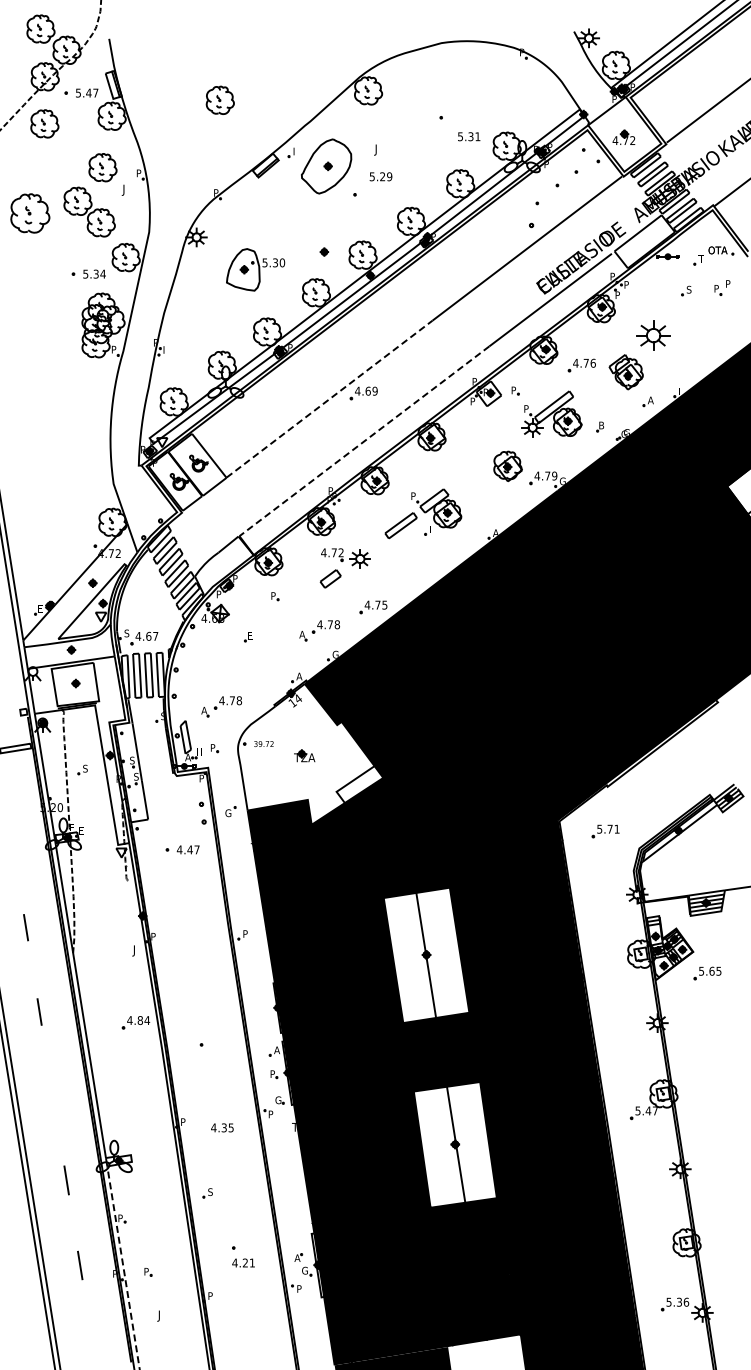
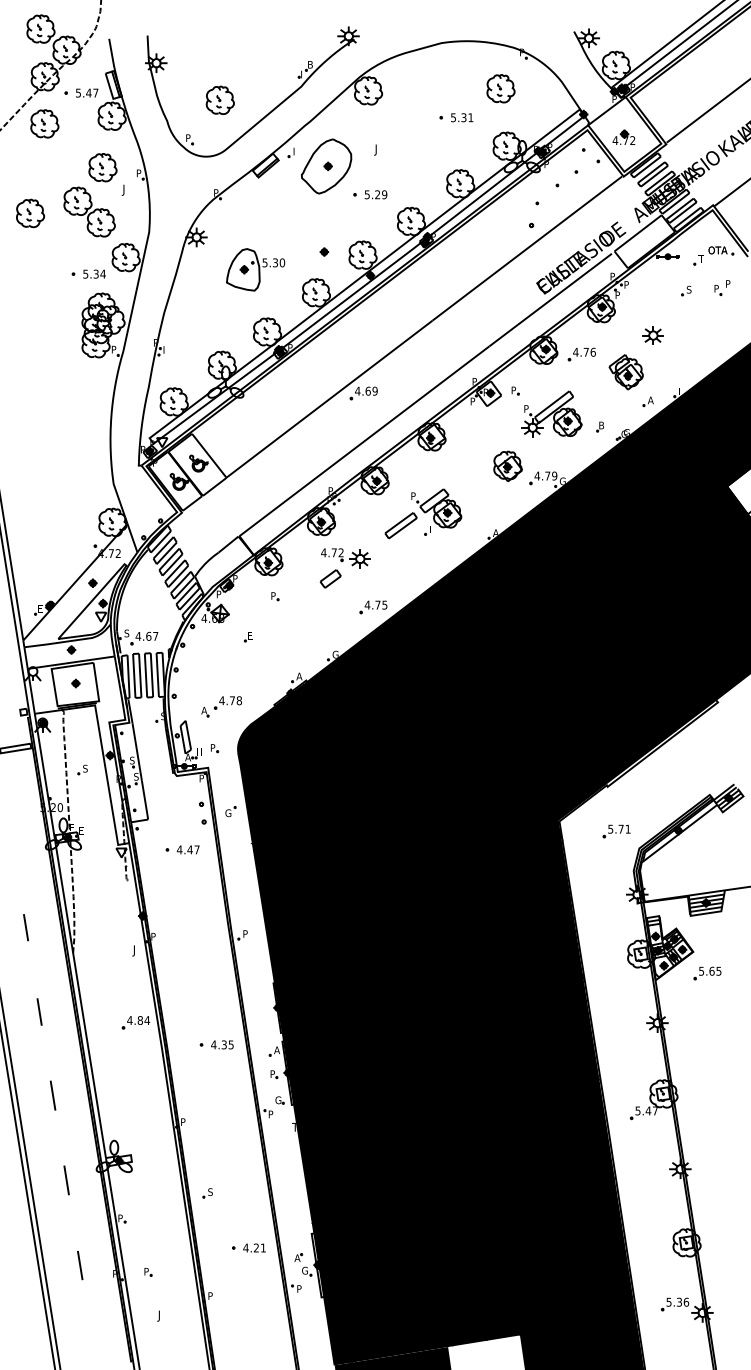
part at (500, 88): none -> present
part at (268, 112): none -> present
text at (469, 136) position: (469, 136) -> (462, 117)
text at (380, 176) position: (380, 176) -> (375, 194)
part at (30, 213) size: 41x41 px -> 30x31 px
part at (653, 335) size: 35x31 px -> 22x19 px
part at (581, 365) position: (581, 365) -> (581, 354)
line at (330, 398): dashed -> solid
line at (364, 441): dashed -> solid
part at (319, 630): present -> none
fill at (310, 753): none -> present
part at (605, 831) position: (605, 831) -> (616, 831)
fill at (426, 955): none -> present
line at (52, 1095): none -> present
text at (222, 1127) position: (222, 1127) -> (222, 1044)
fill at (454, 1144): none -> present
text at (243, 1262) position: (243, 1262) -> (254, 1247)
line at (123, 1267): dashed -> solid
